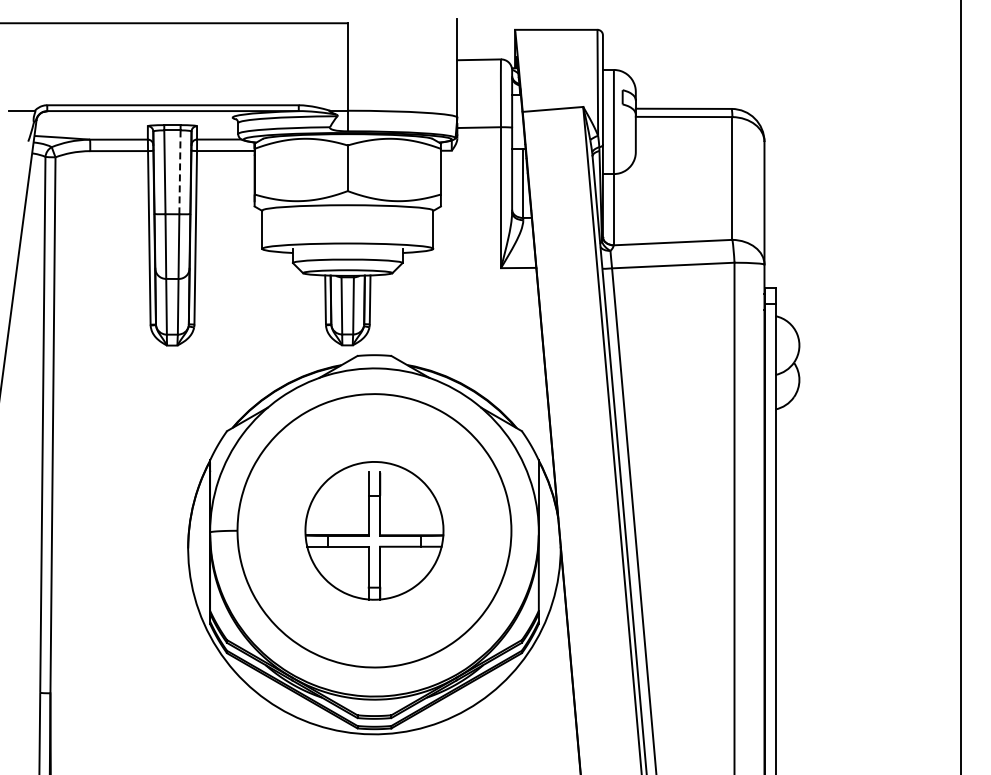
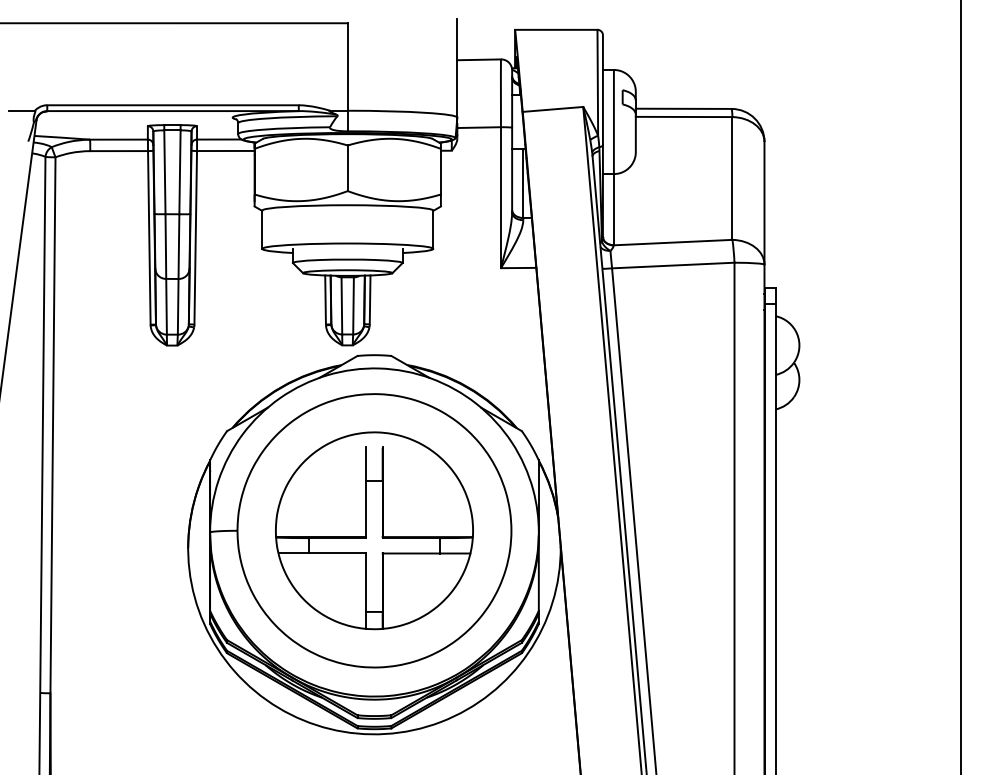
line at (179, 172): dashed -> solid
part at (374, 530) size: 141x140 px -> 199x200 px
